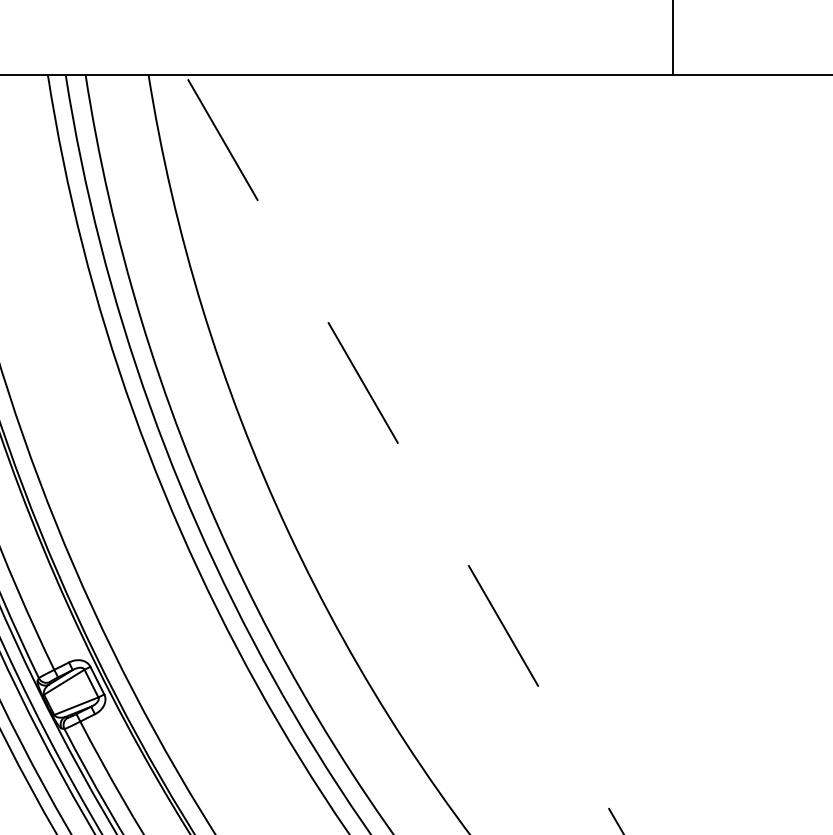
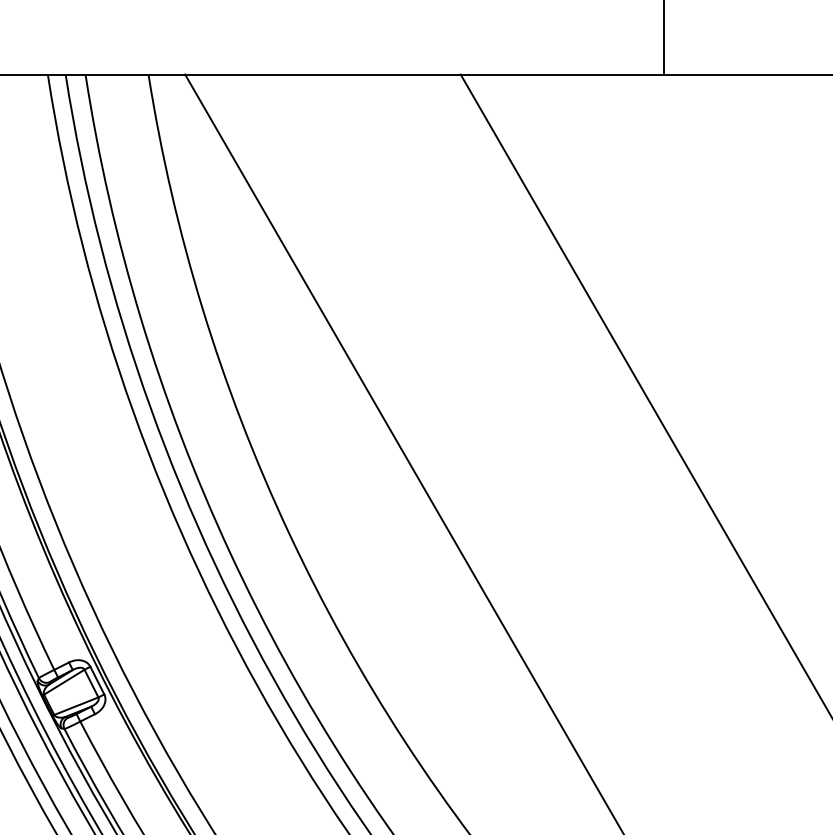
line at (673, 38) position: (673, 38) -> (664, 38)
line at (644, 394): none -> present
line at (404, 454): dashed -> solid
